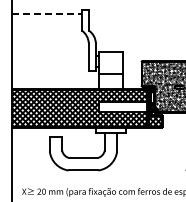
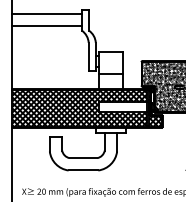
line at (47, 14): dashed -> solid
line at (46, 26): none -> present
